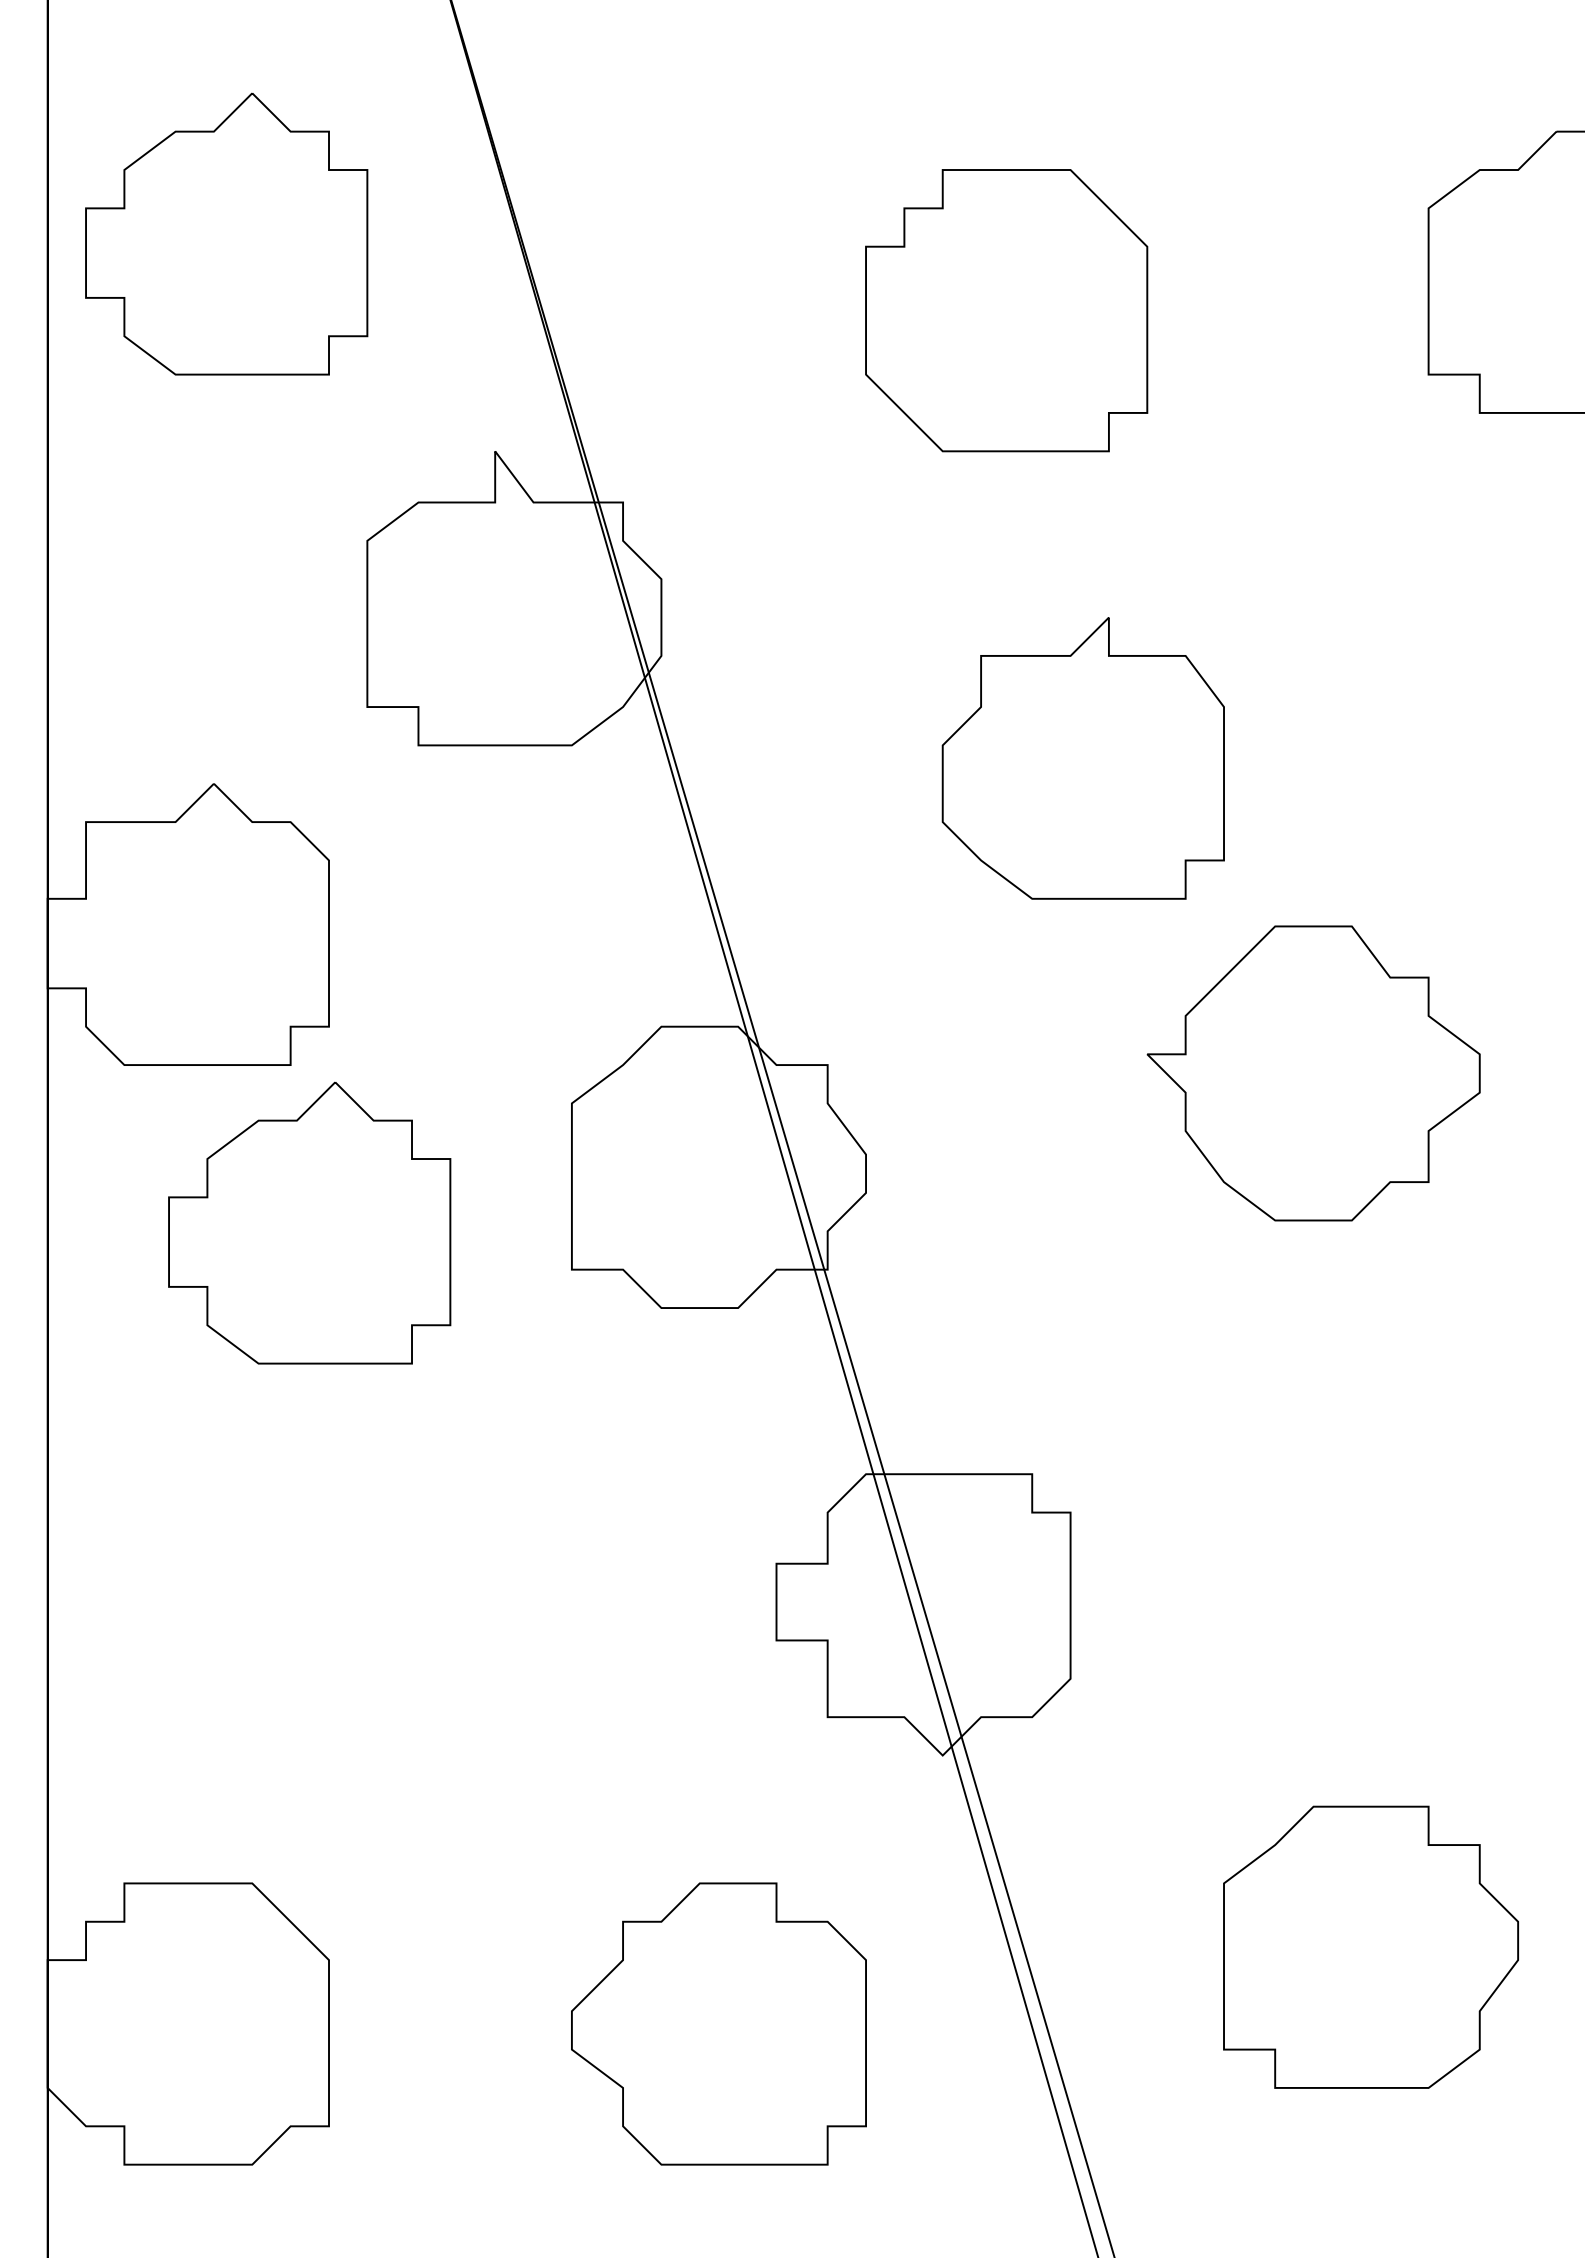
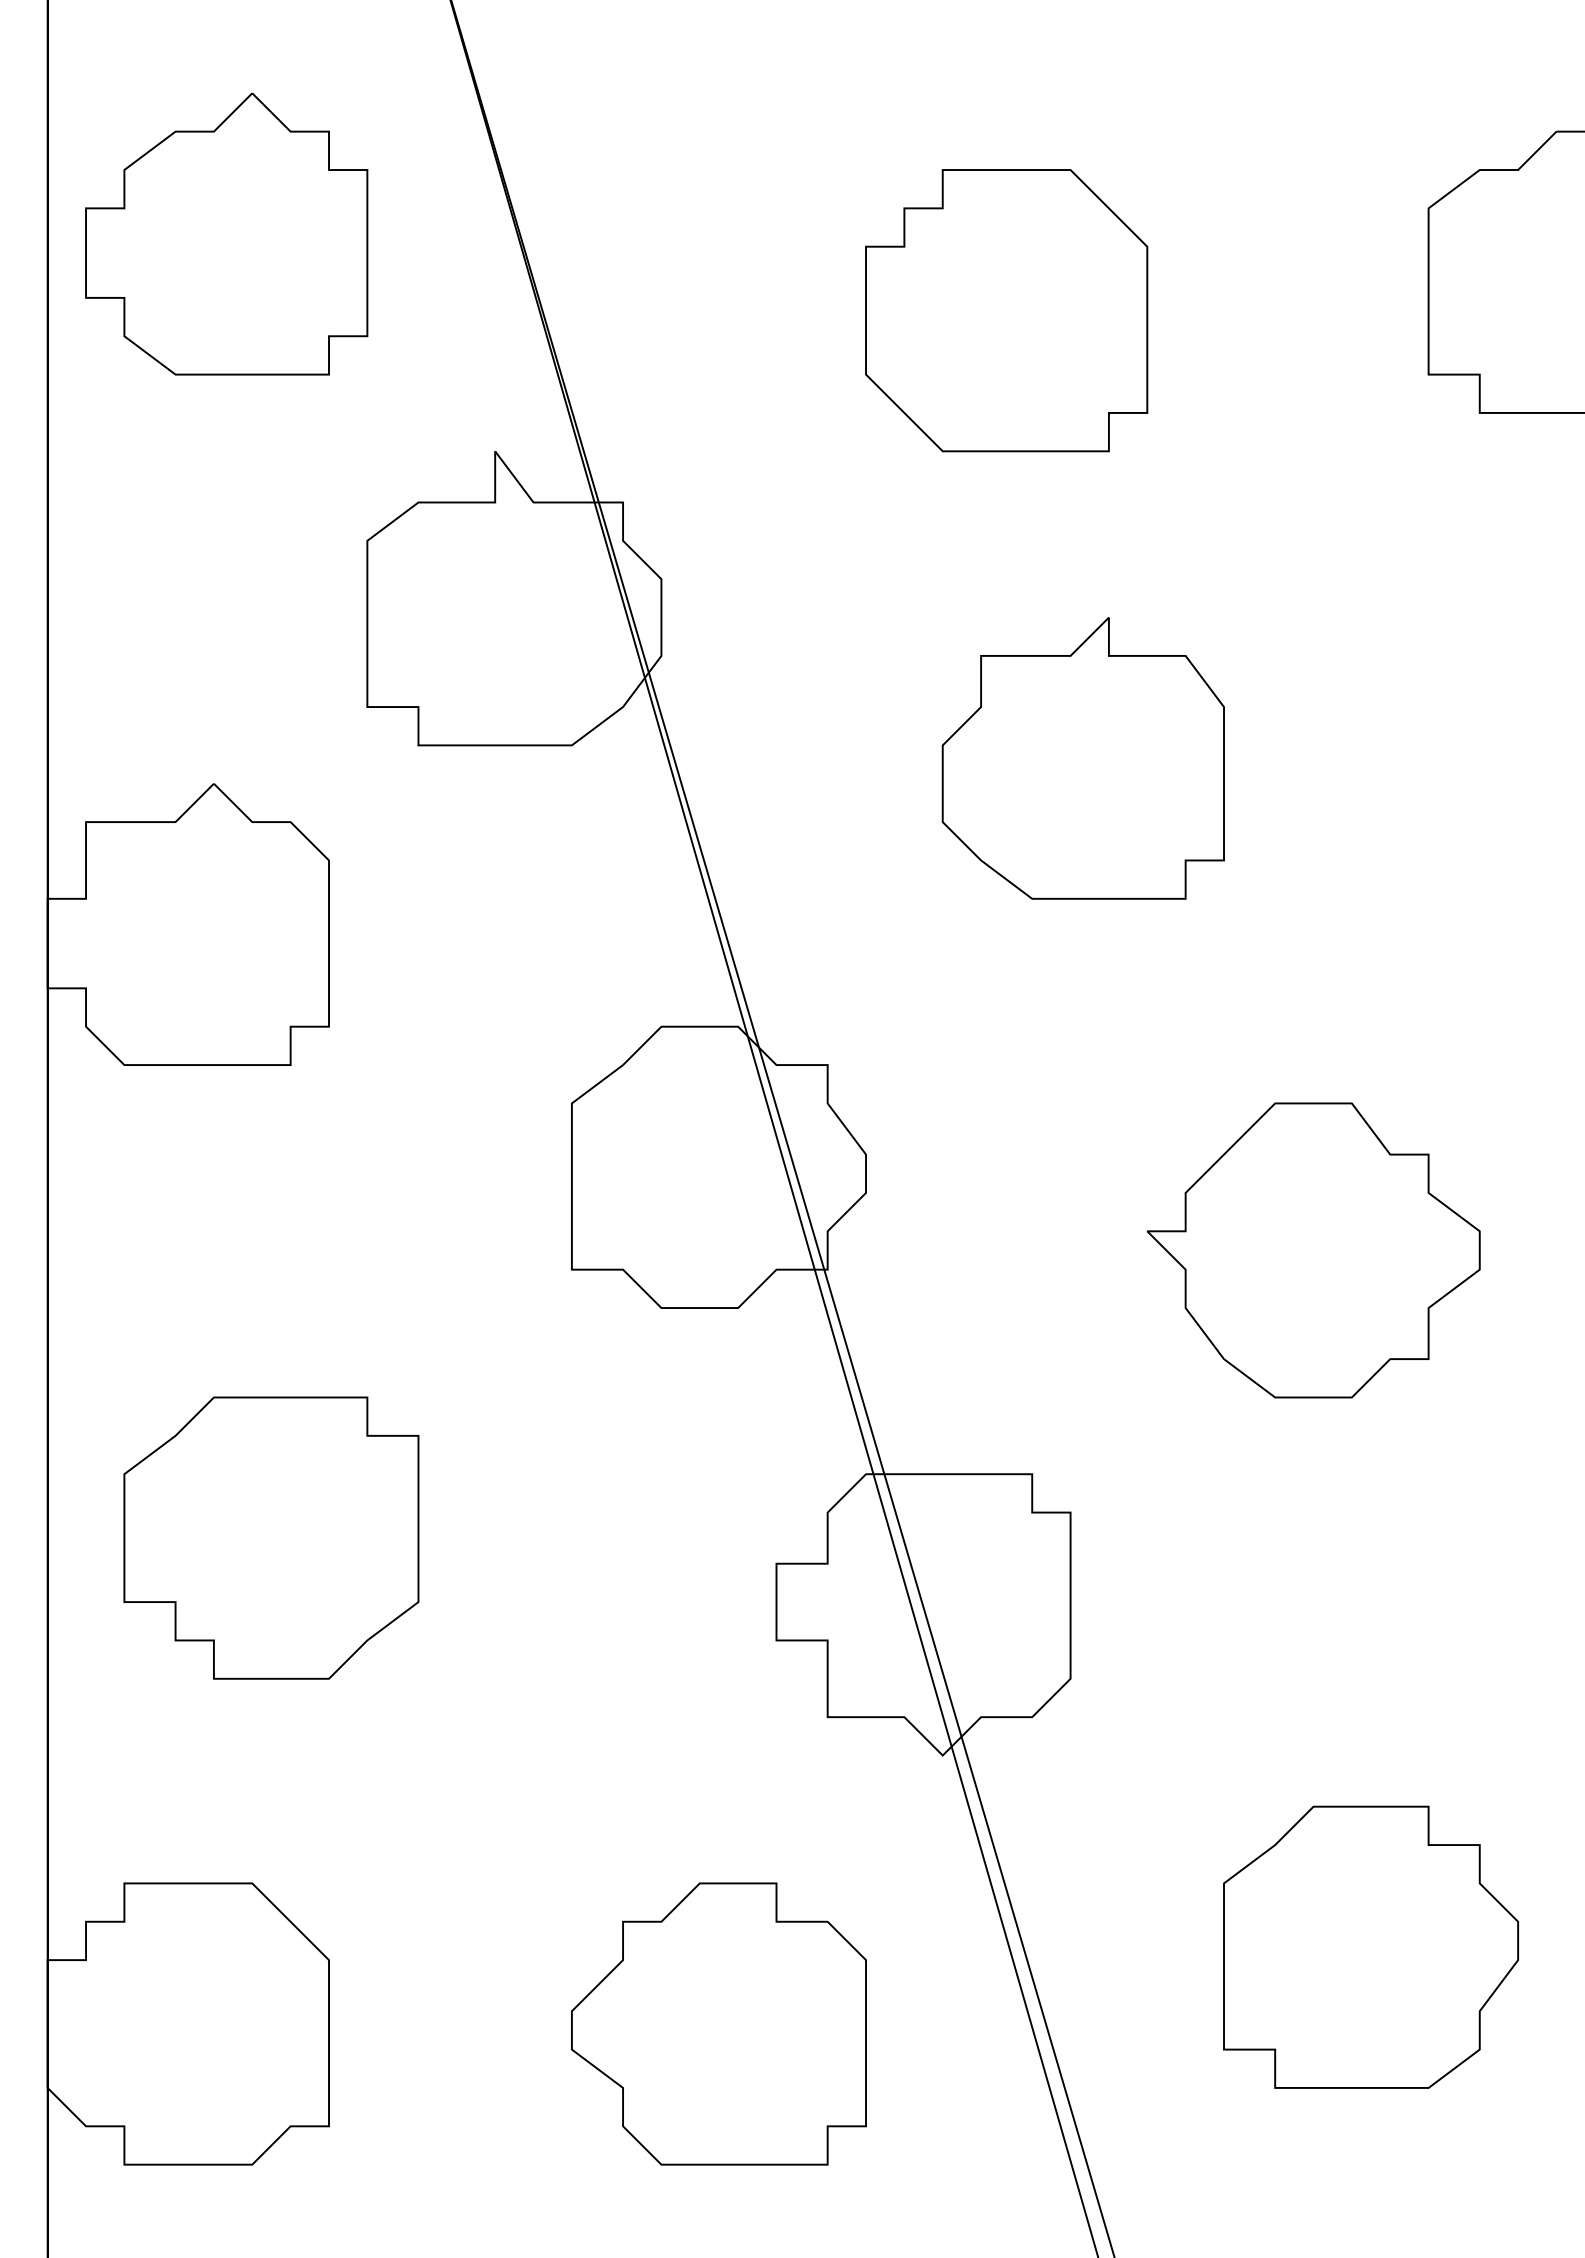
part at (1313, 1073) position: (1313, 1073) -> (1313, 1250)
part at (309, 1222): present -> none
part at (271, 1537): none -> present
